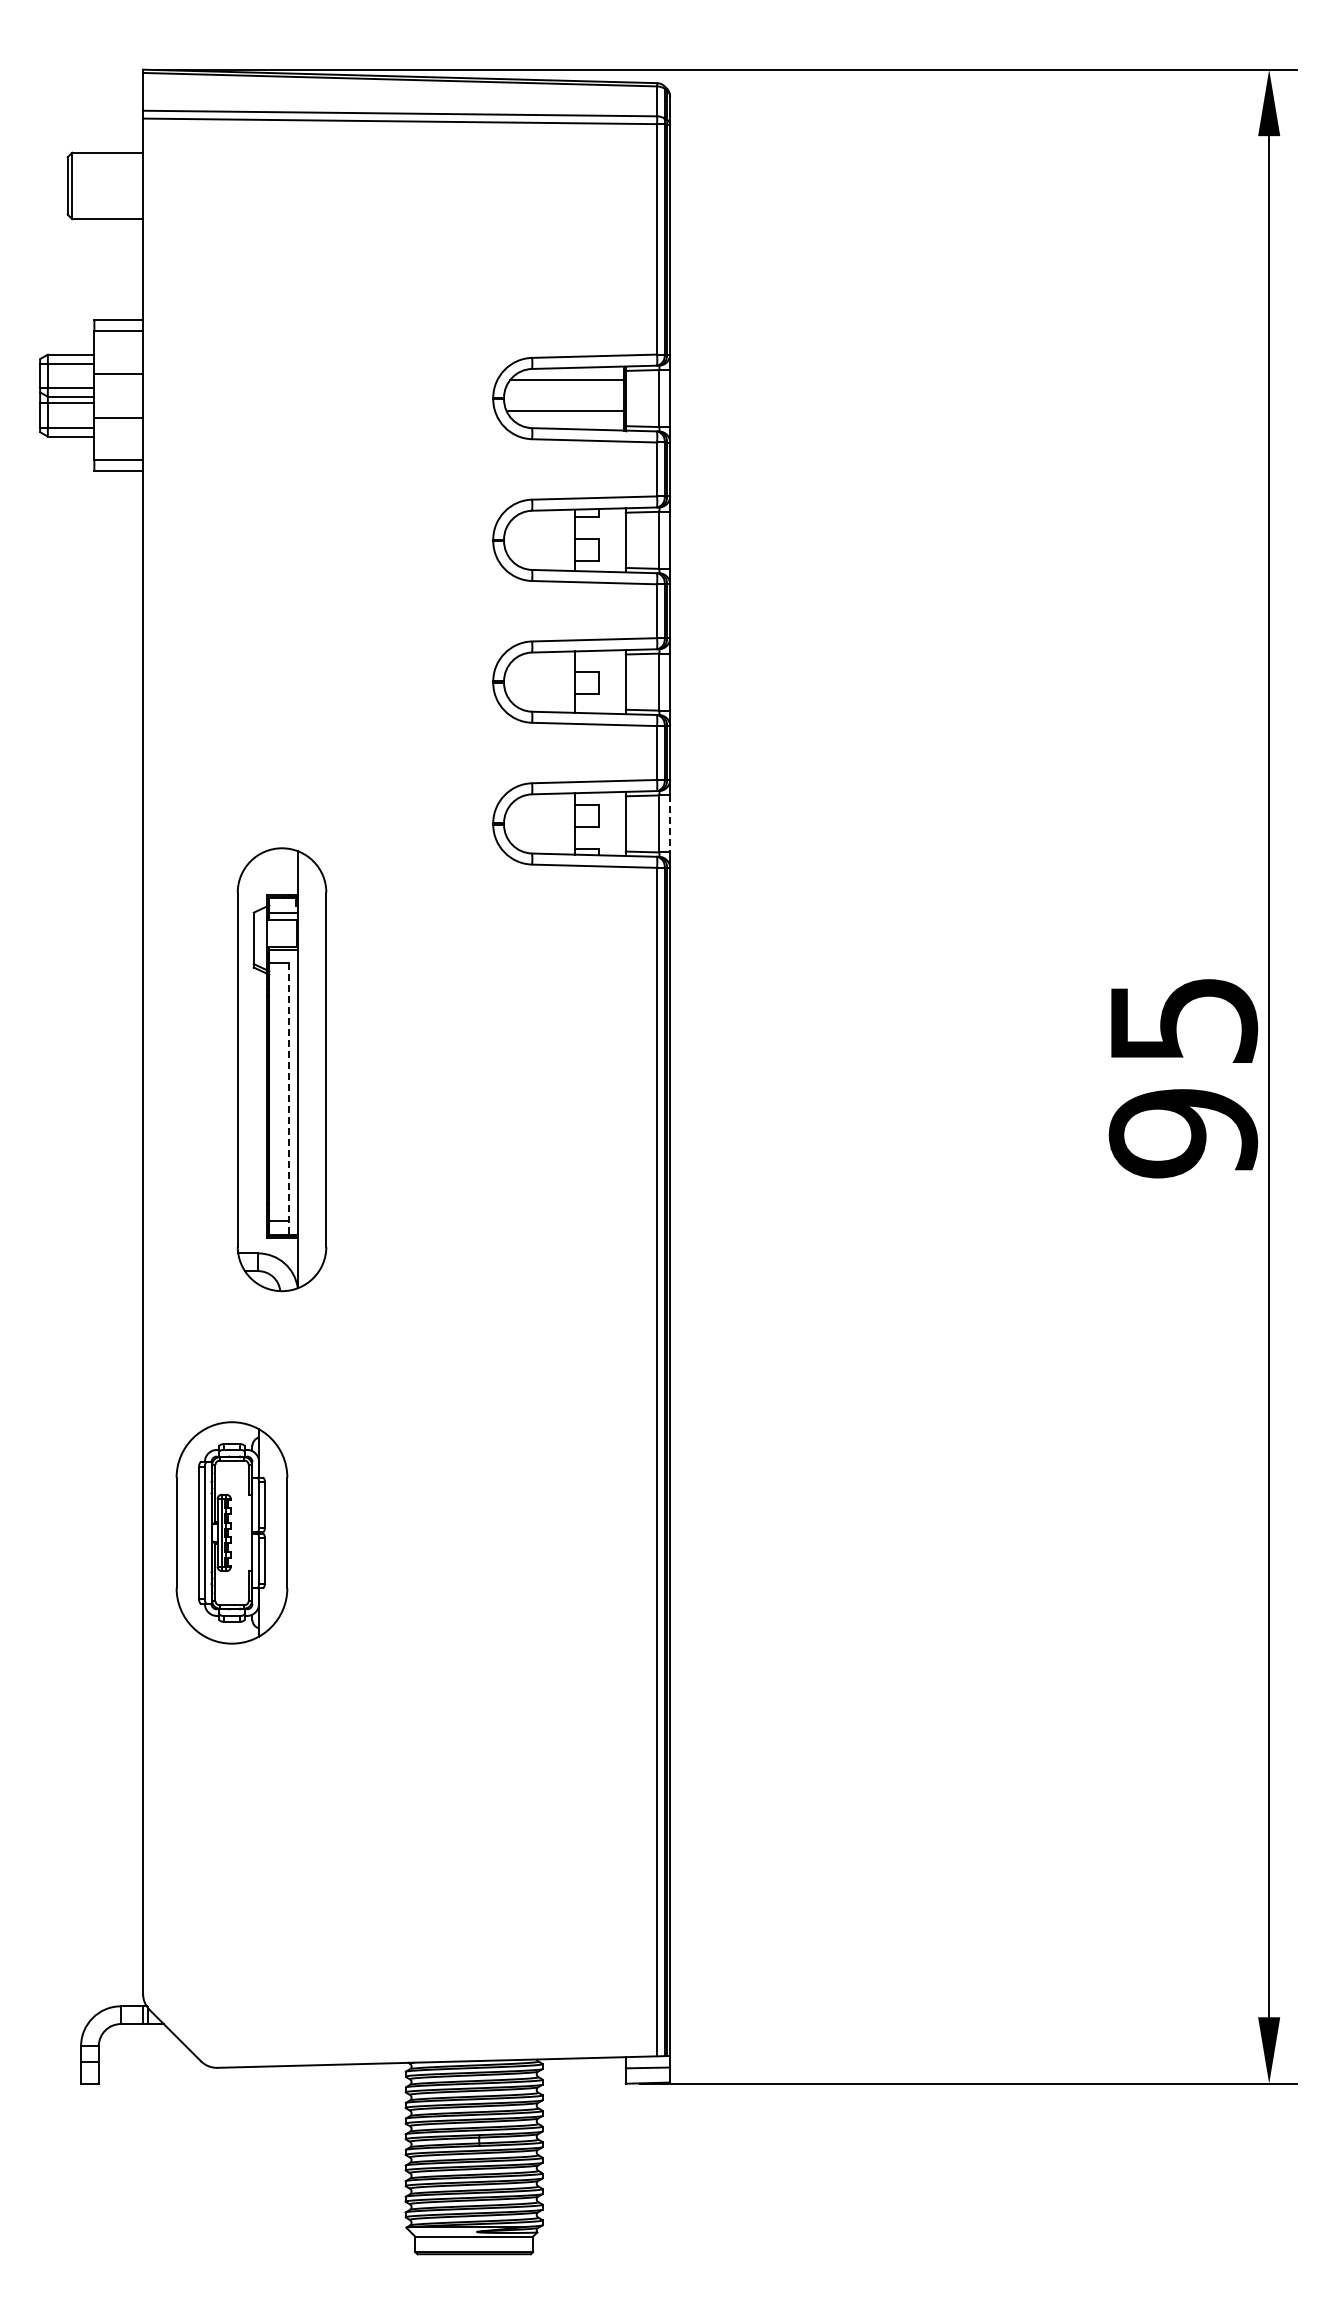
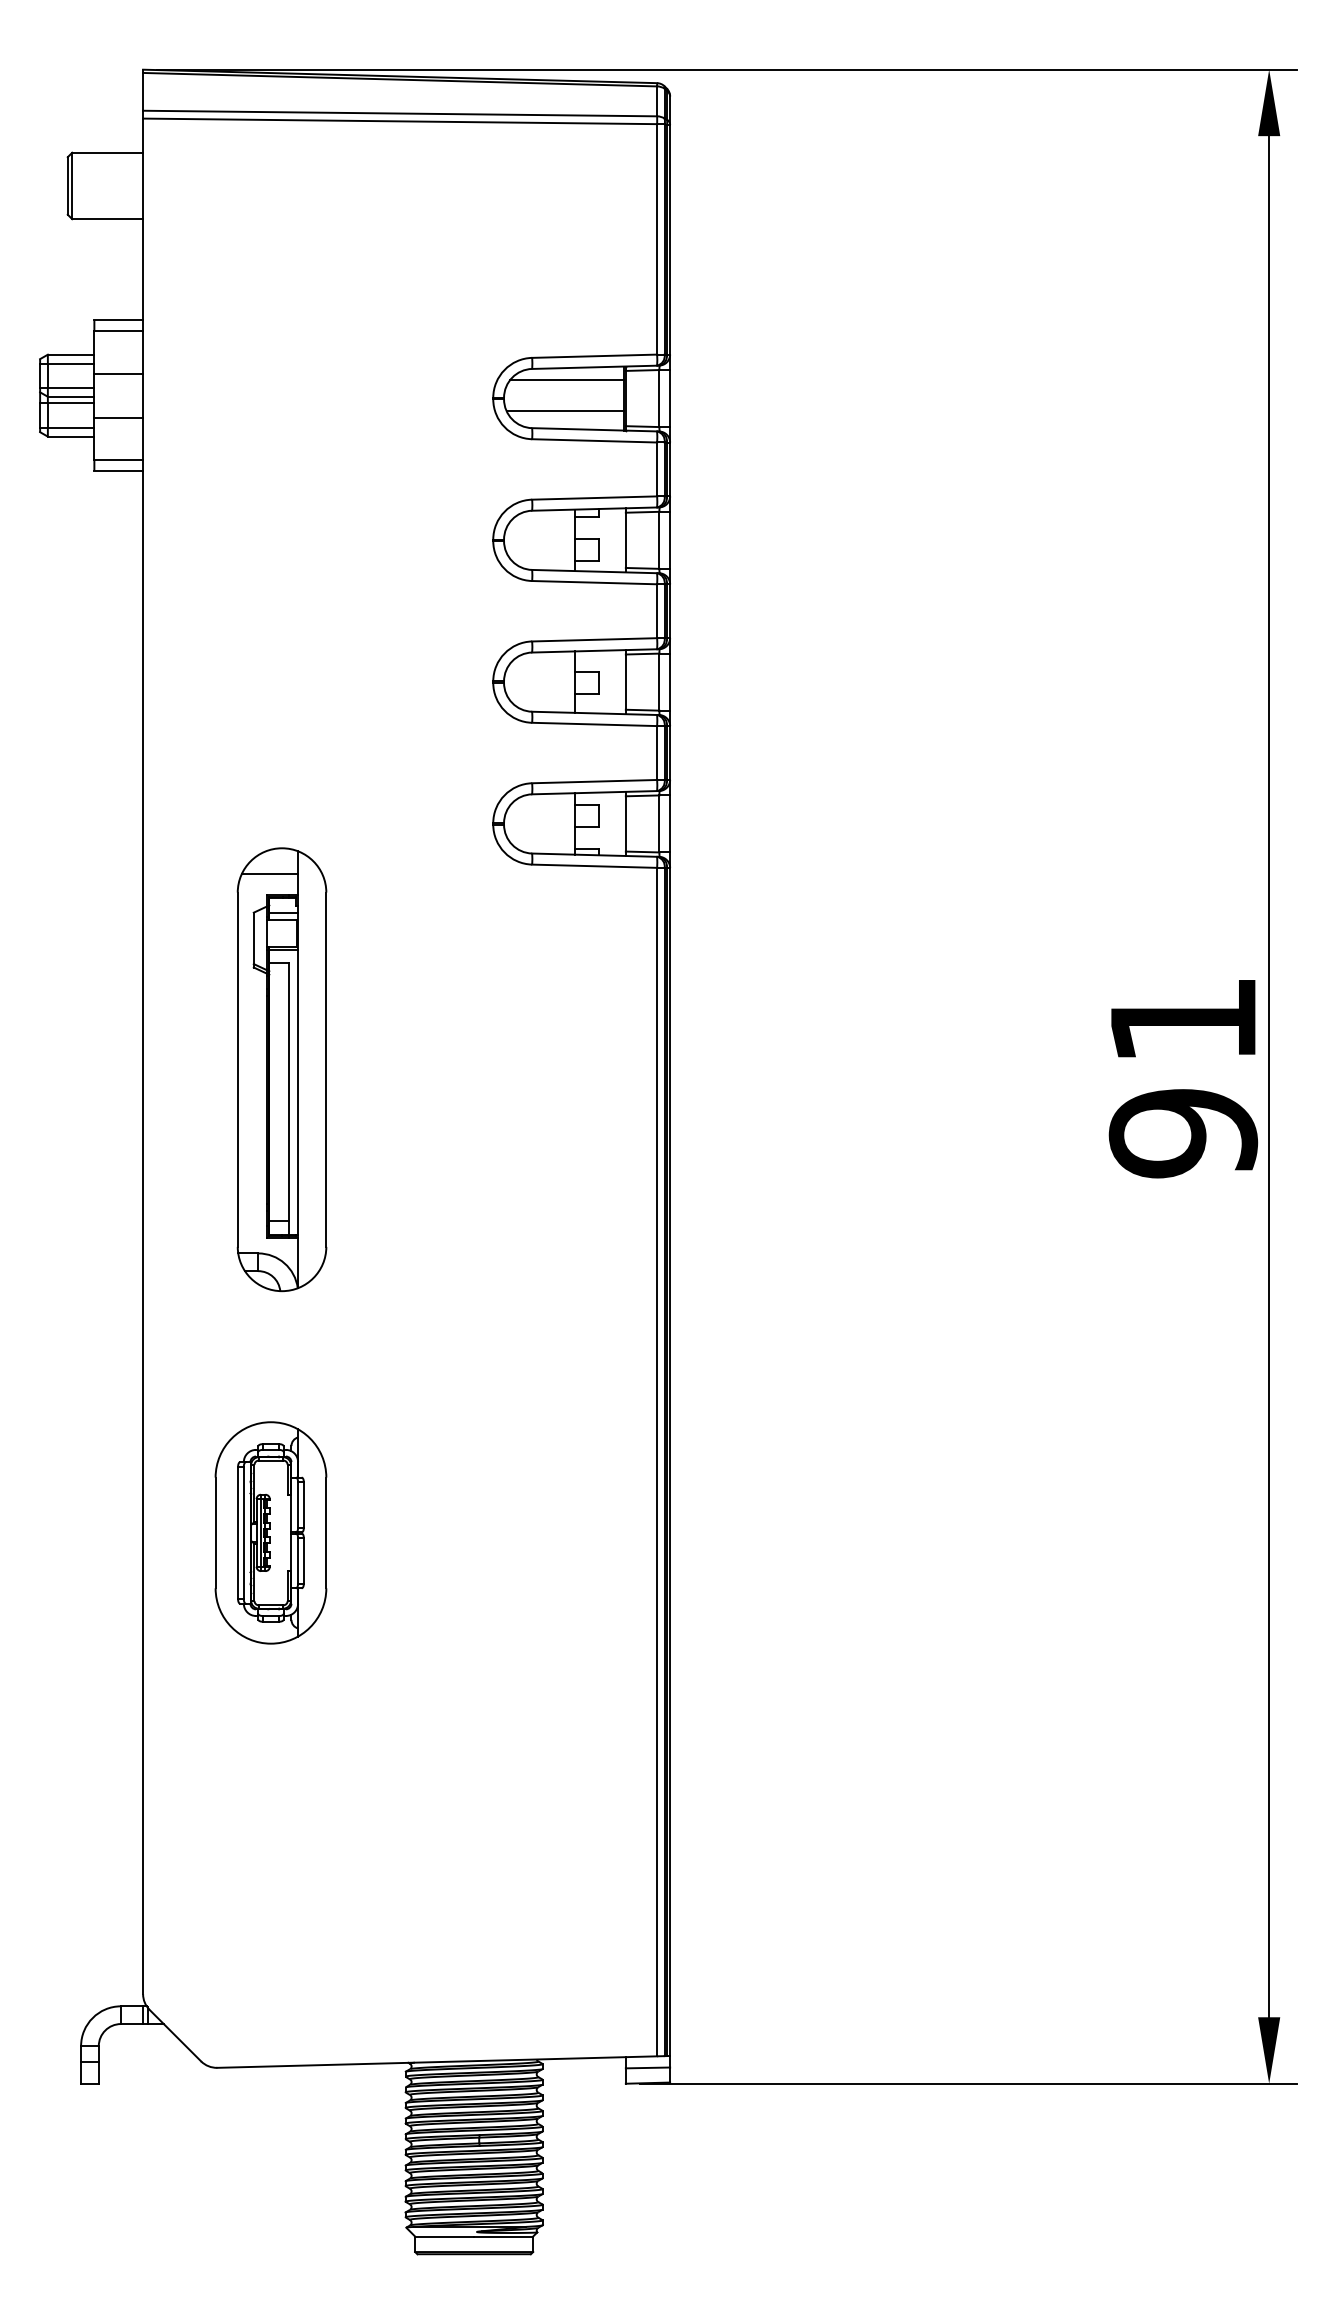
line at (670, 824): dashed -> solid
line at (269, 874): none -> present
text at (1184, 1020): 95 -> 91
line at (289, 1099): dashed -> solid
part at (231, 1532) position: (231, 1532) -> (270, 1532)
